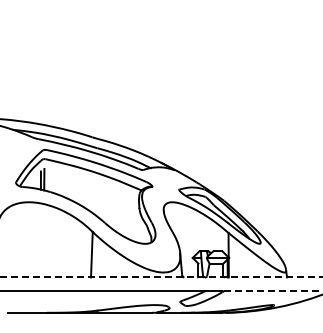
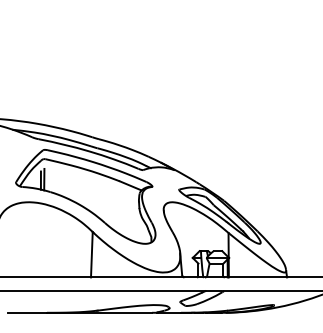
line at (161, 277): dashed -> solid
line at (273, 291): dashed -> solid
